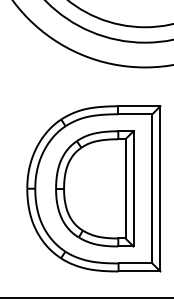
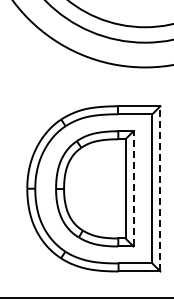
line at (133, 188): solid -> dashed
line at (160, 188): solid -> dashed
